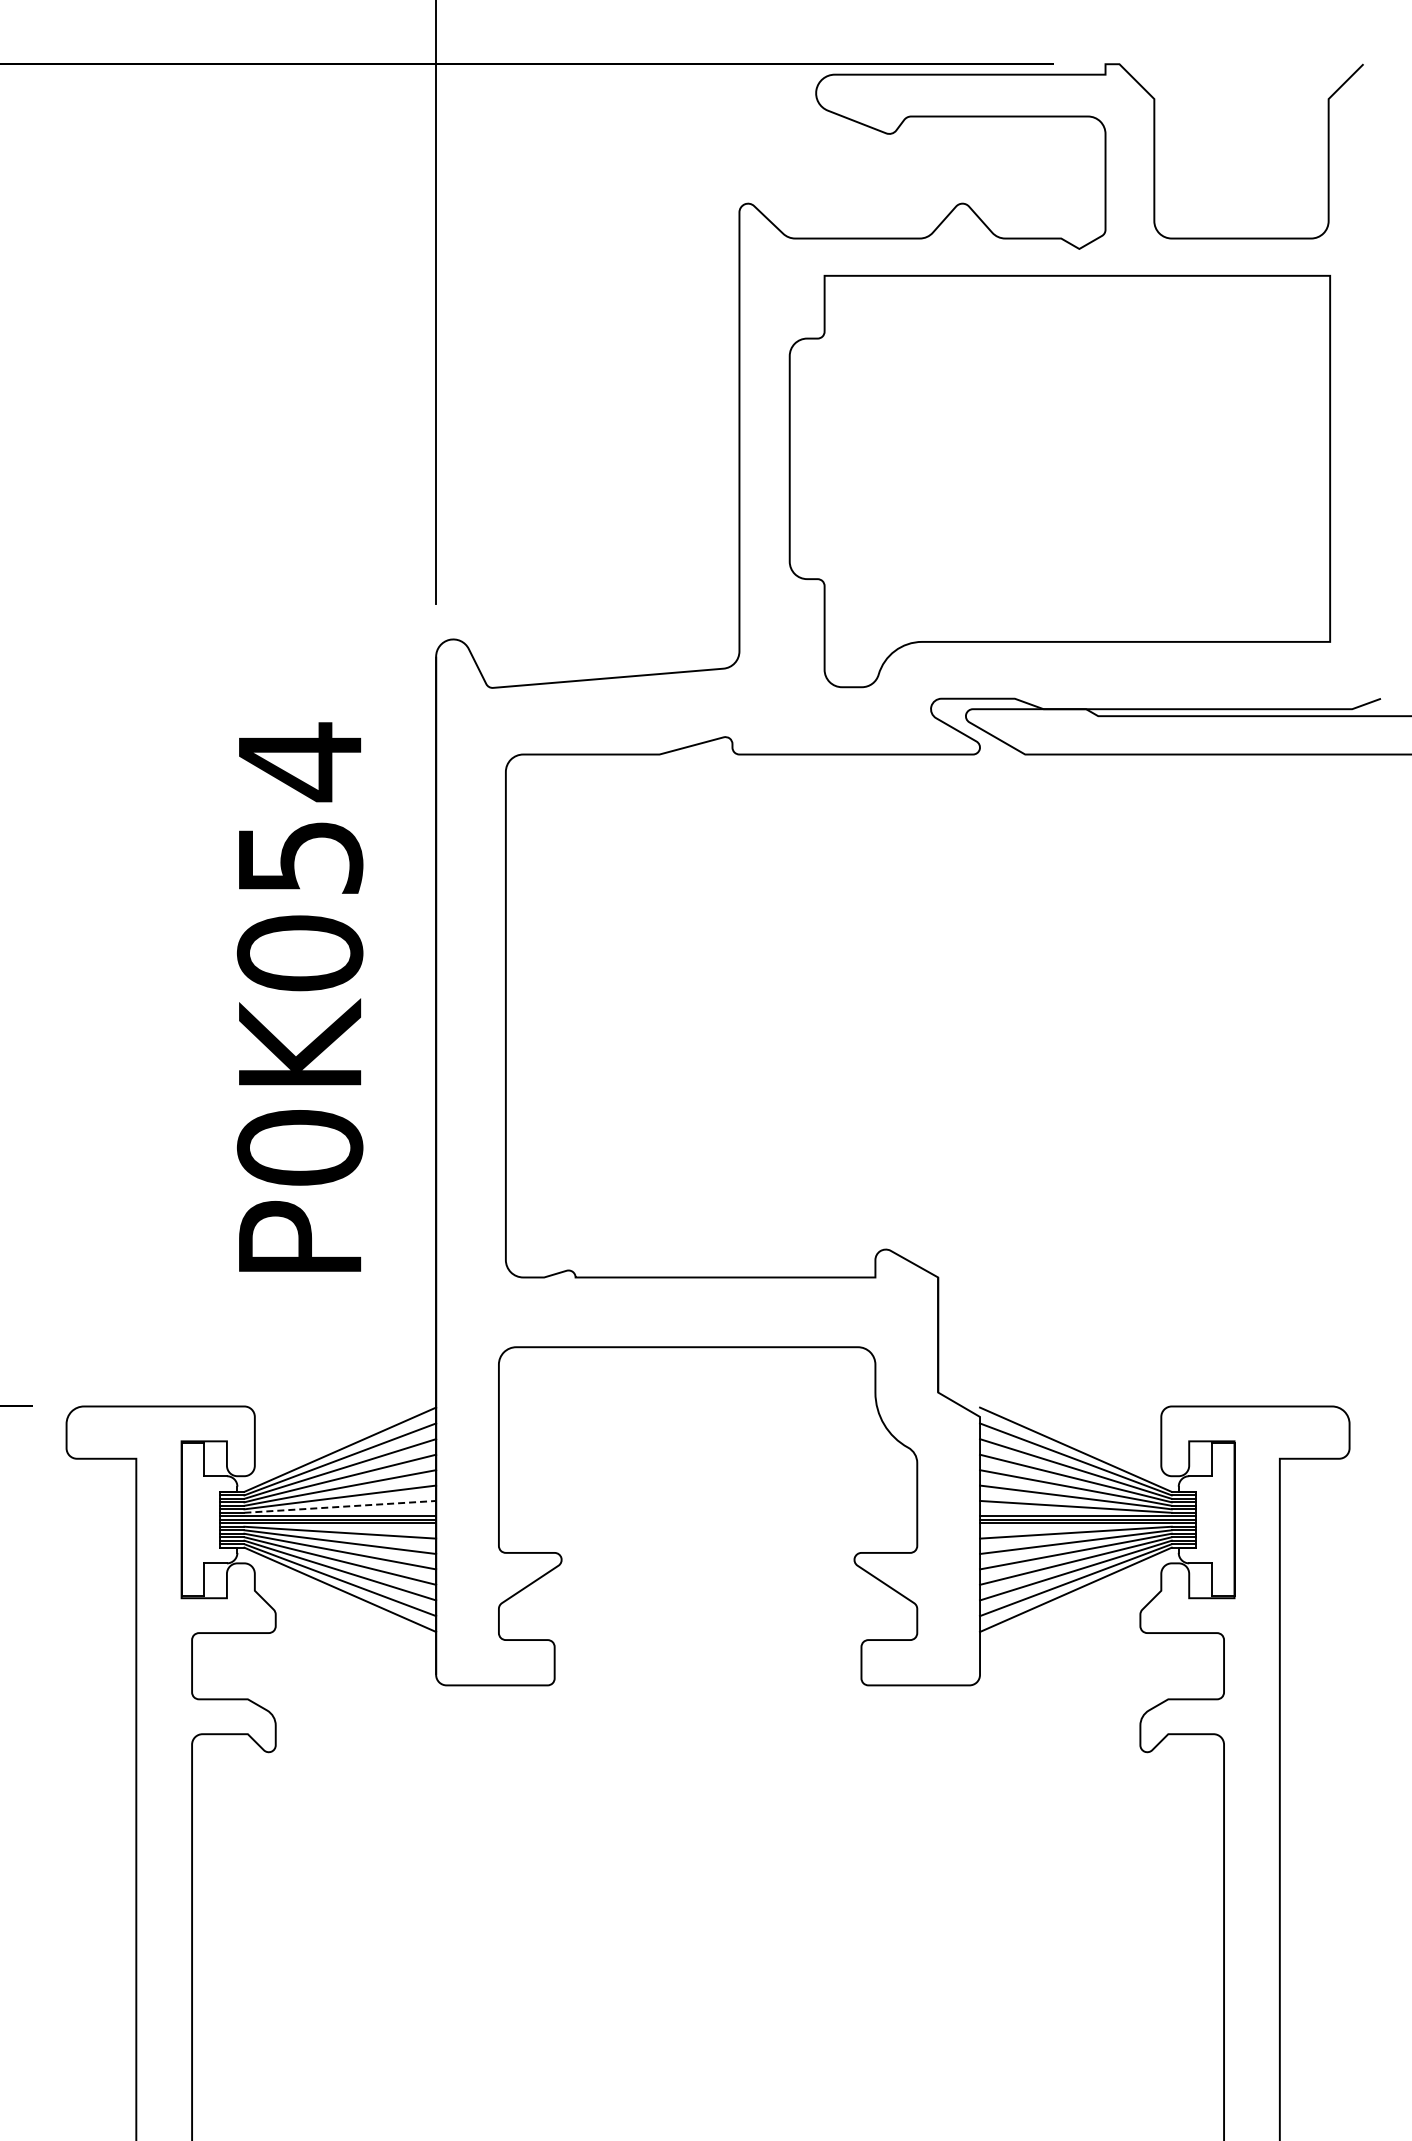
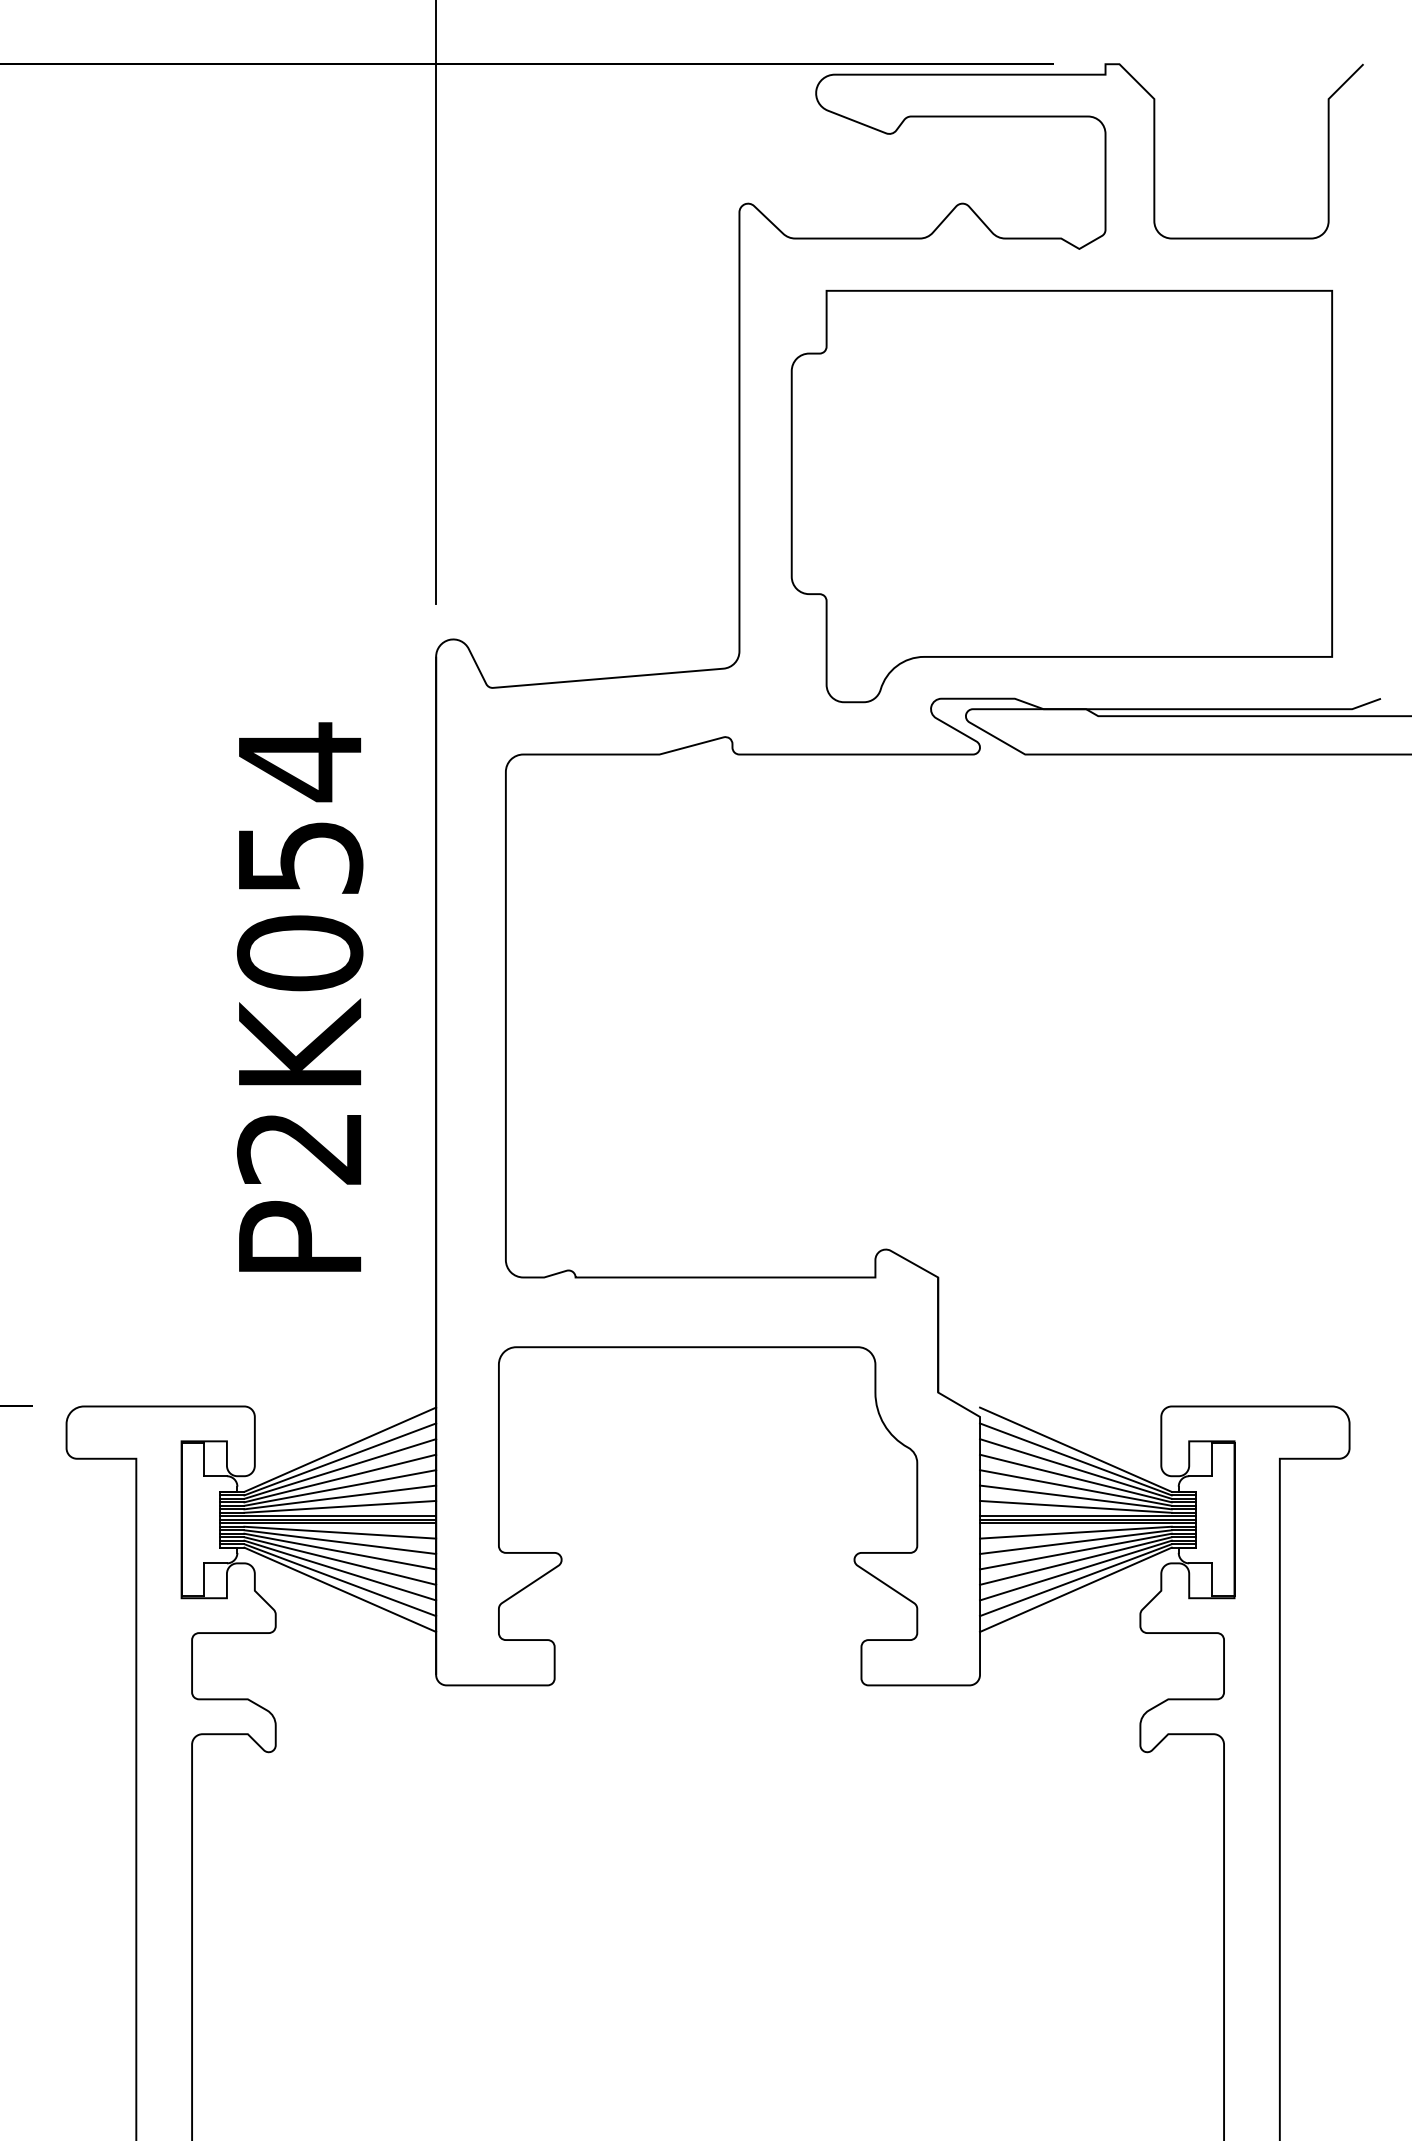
part at (1059, 481) position: (1059, 481) -> (1061, 496)
text at (299, 1147): P0K054 -> P2K054
line at (340, 1506): dashed -> solid
